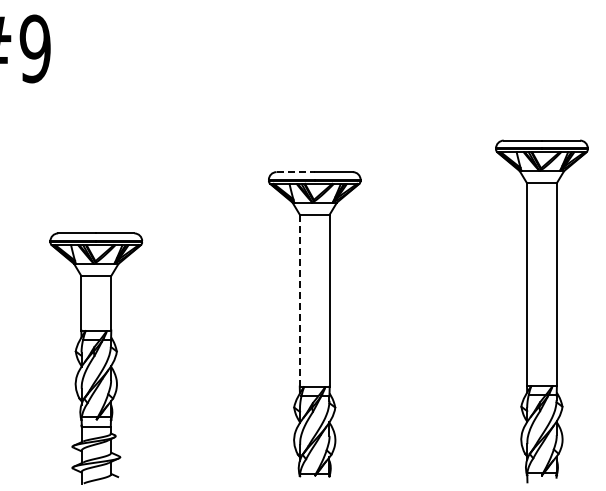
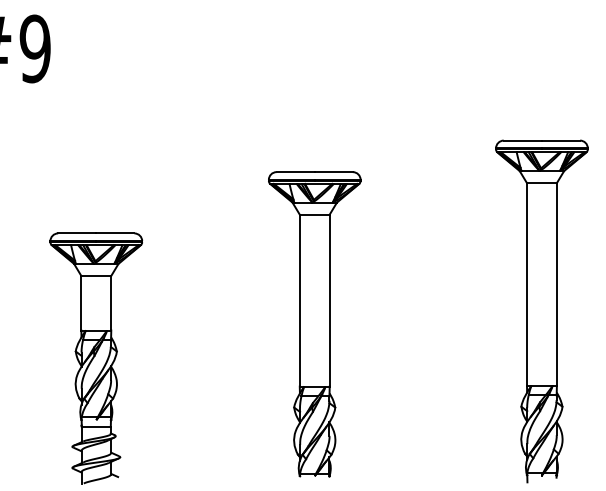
line at (296, 172): dashed -> solid
line at (299, 300): dashed -> solid
